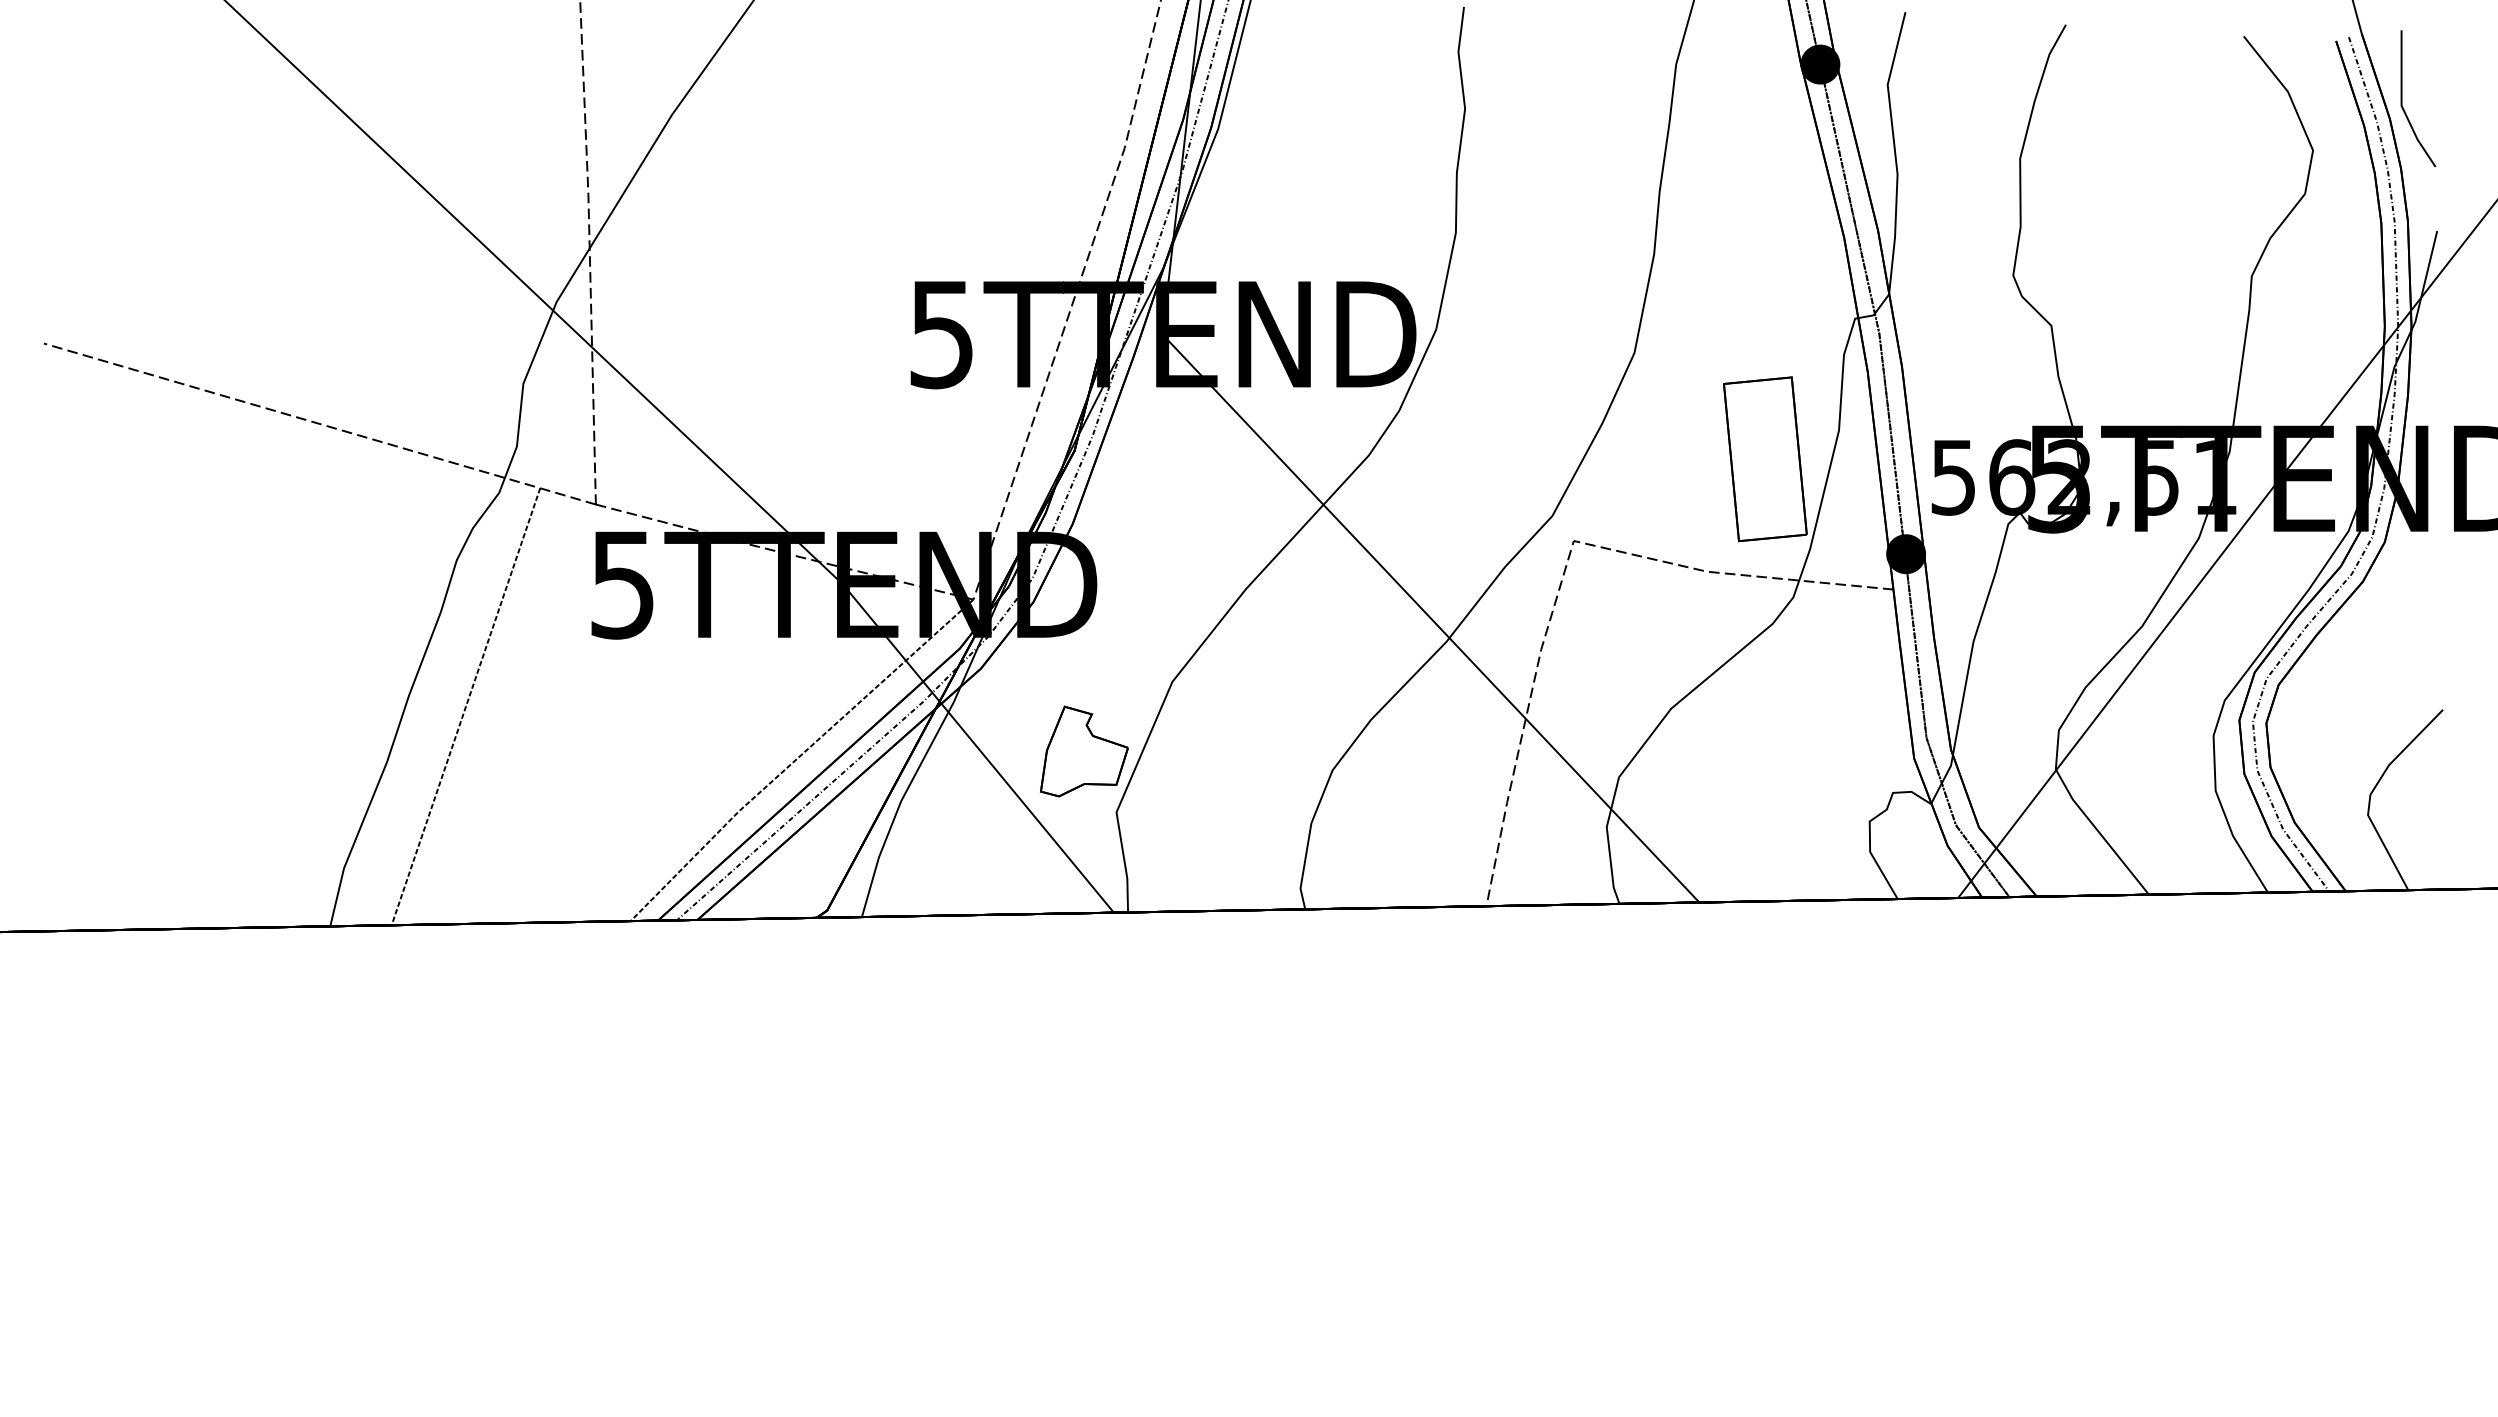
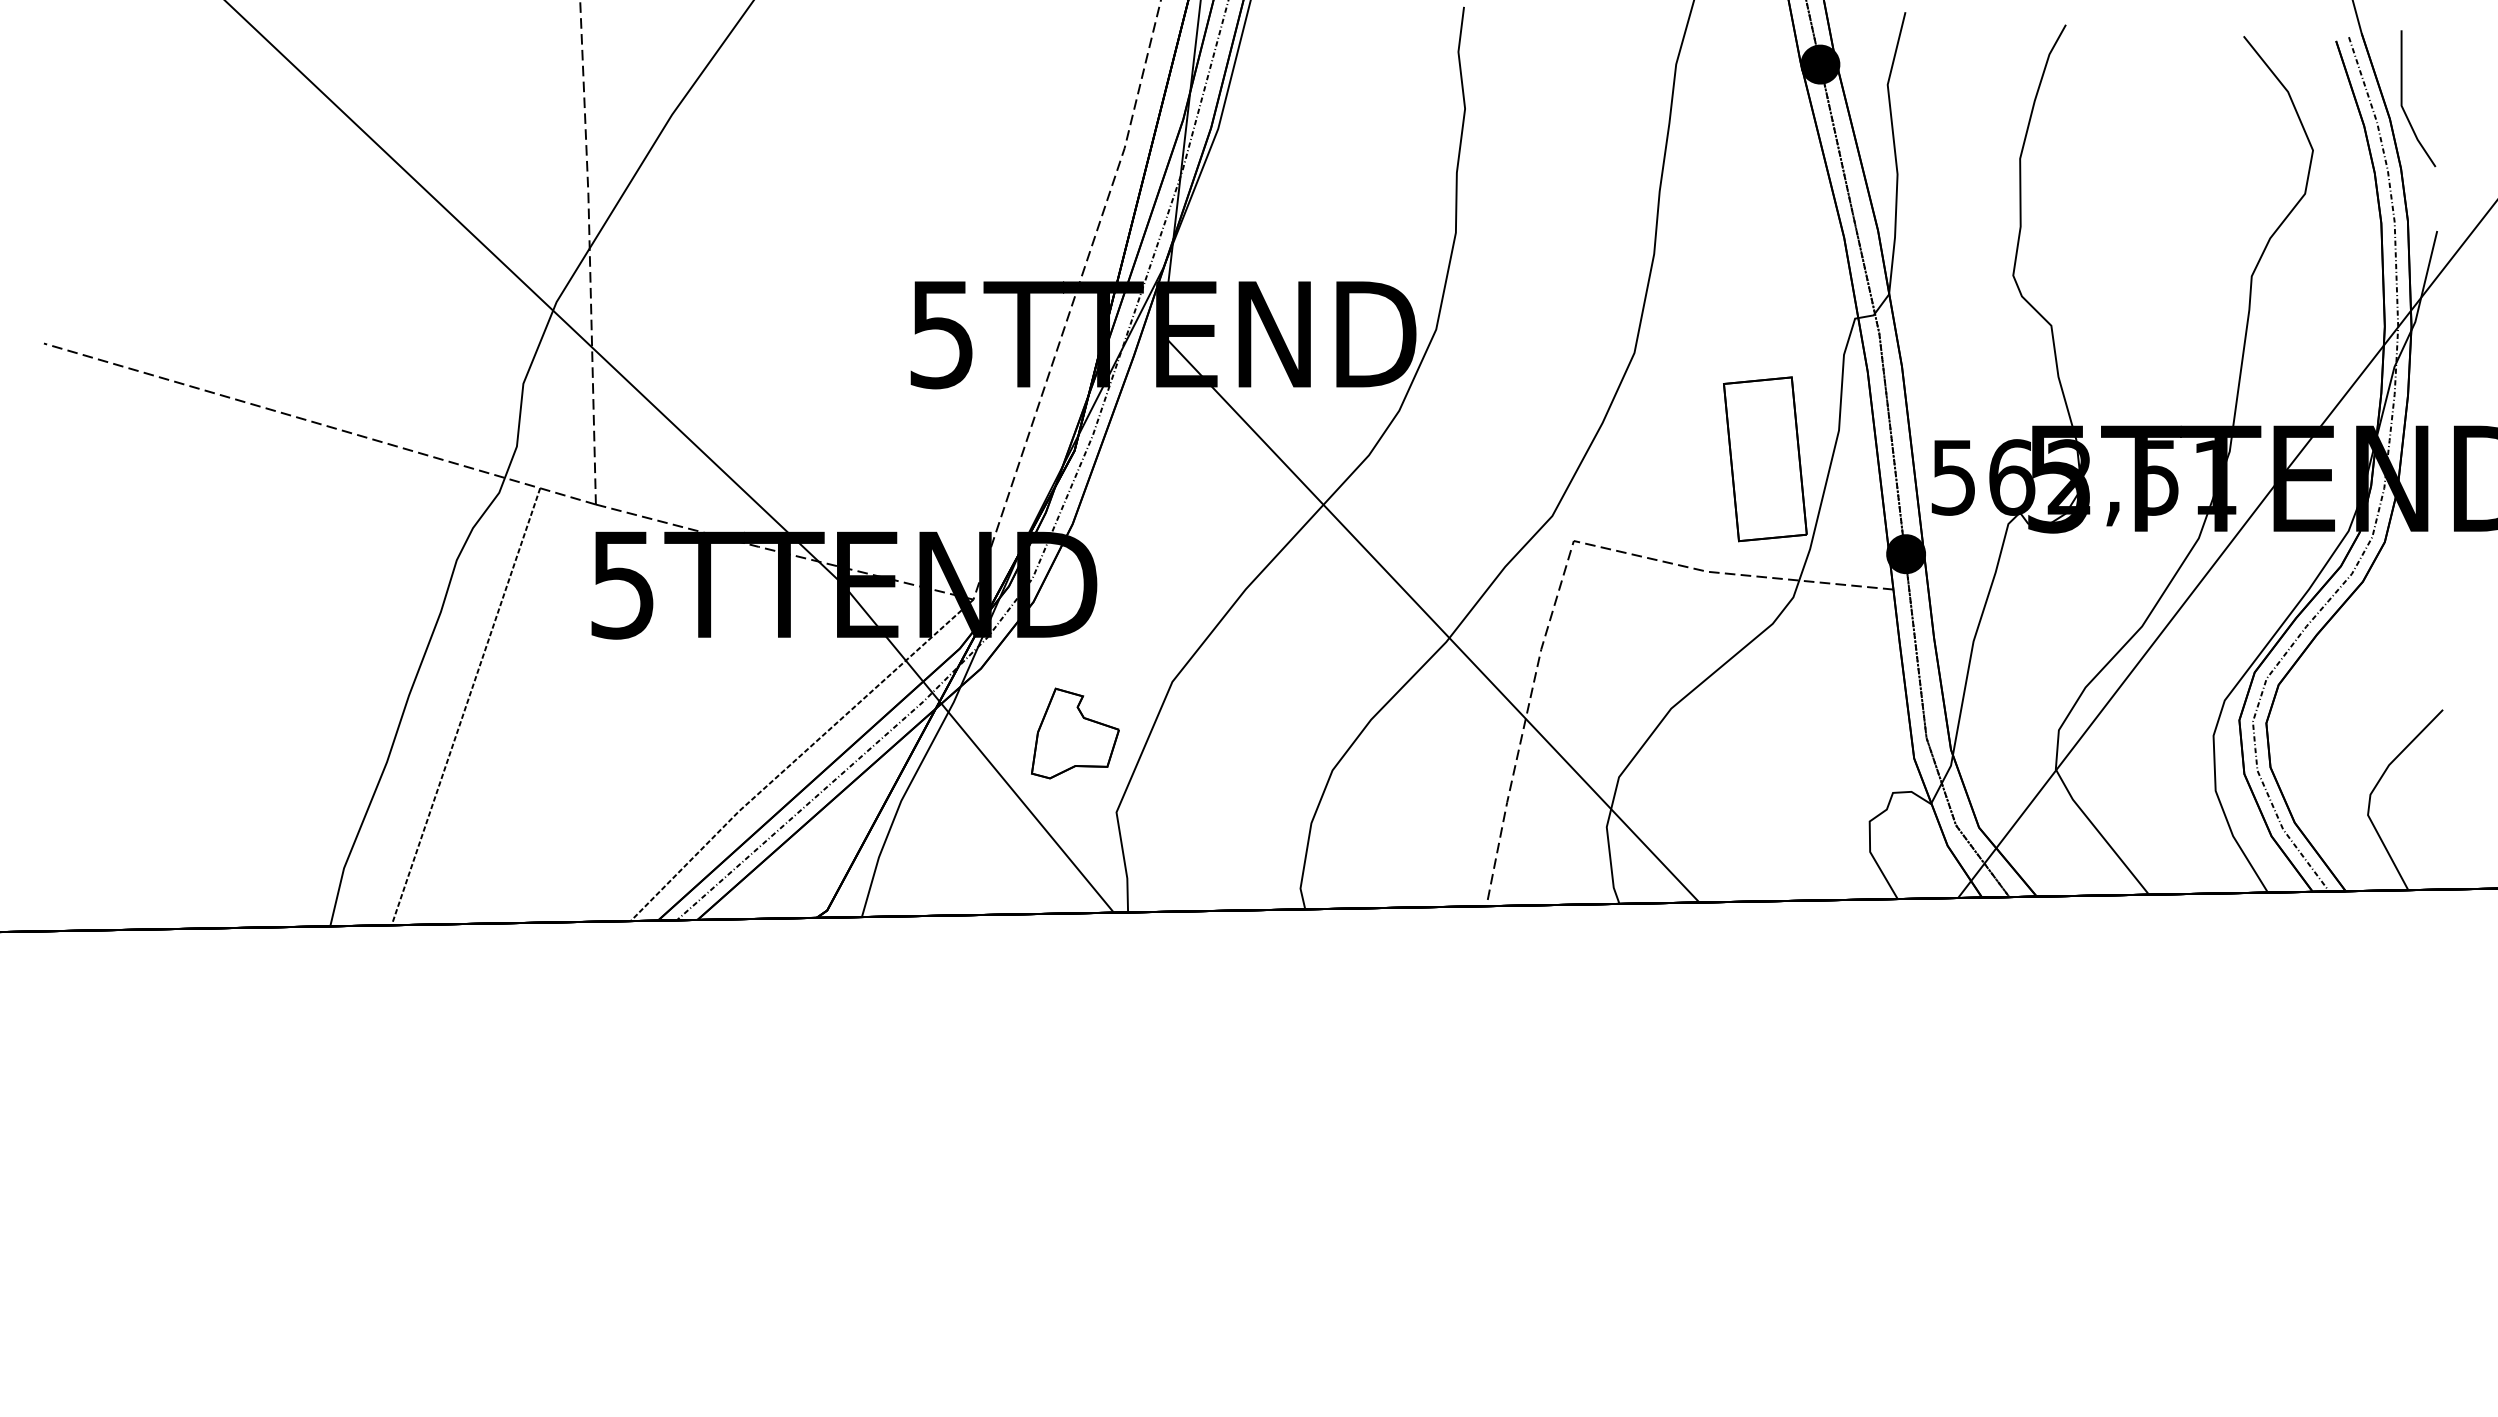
part at (1084, 751) position: (1084, 751) -> (1075, 733)
